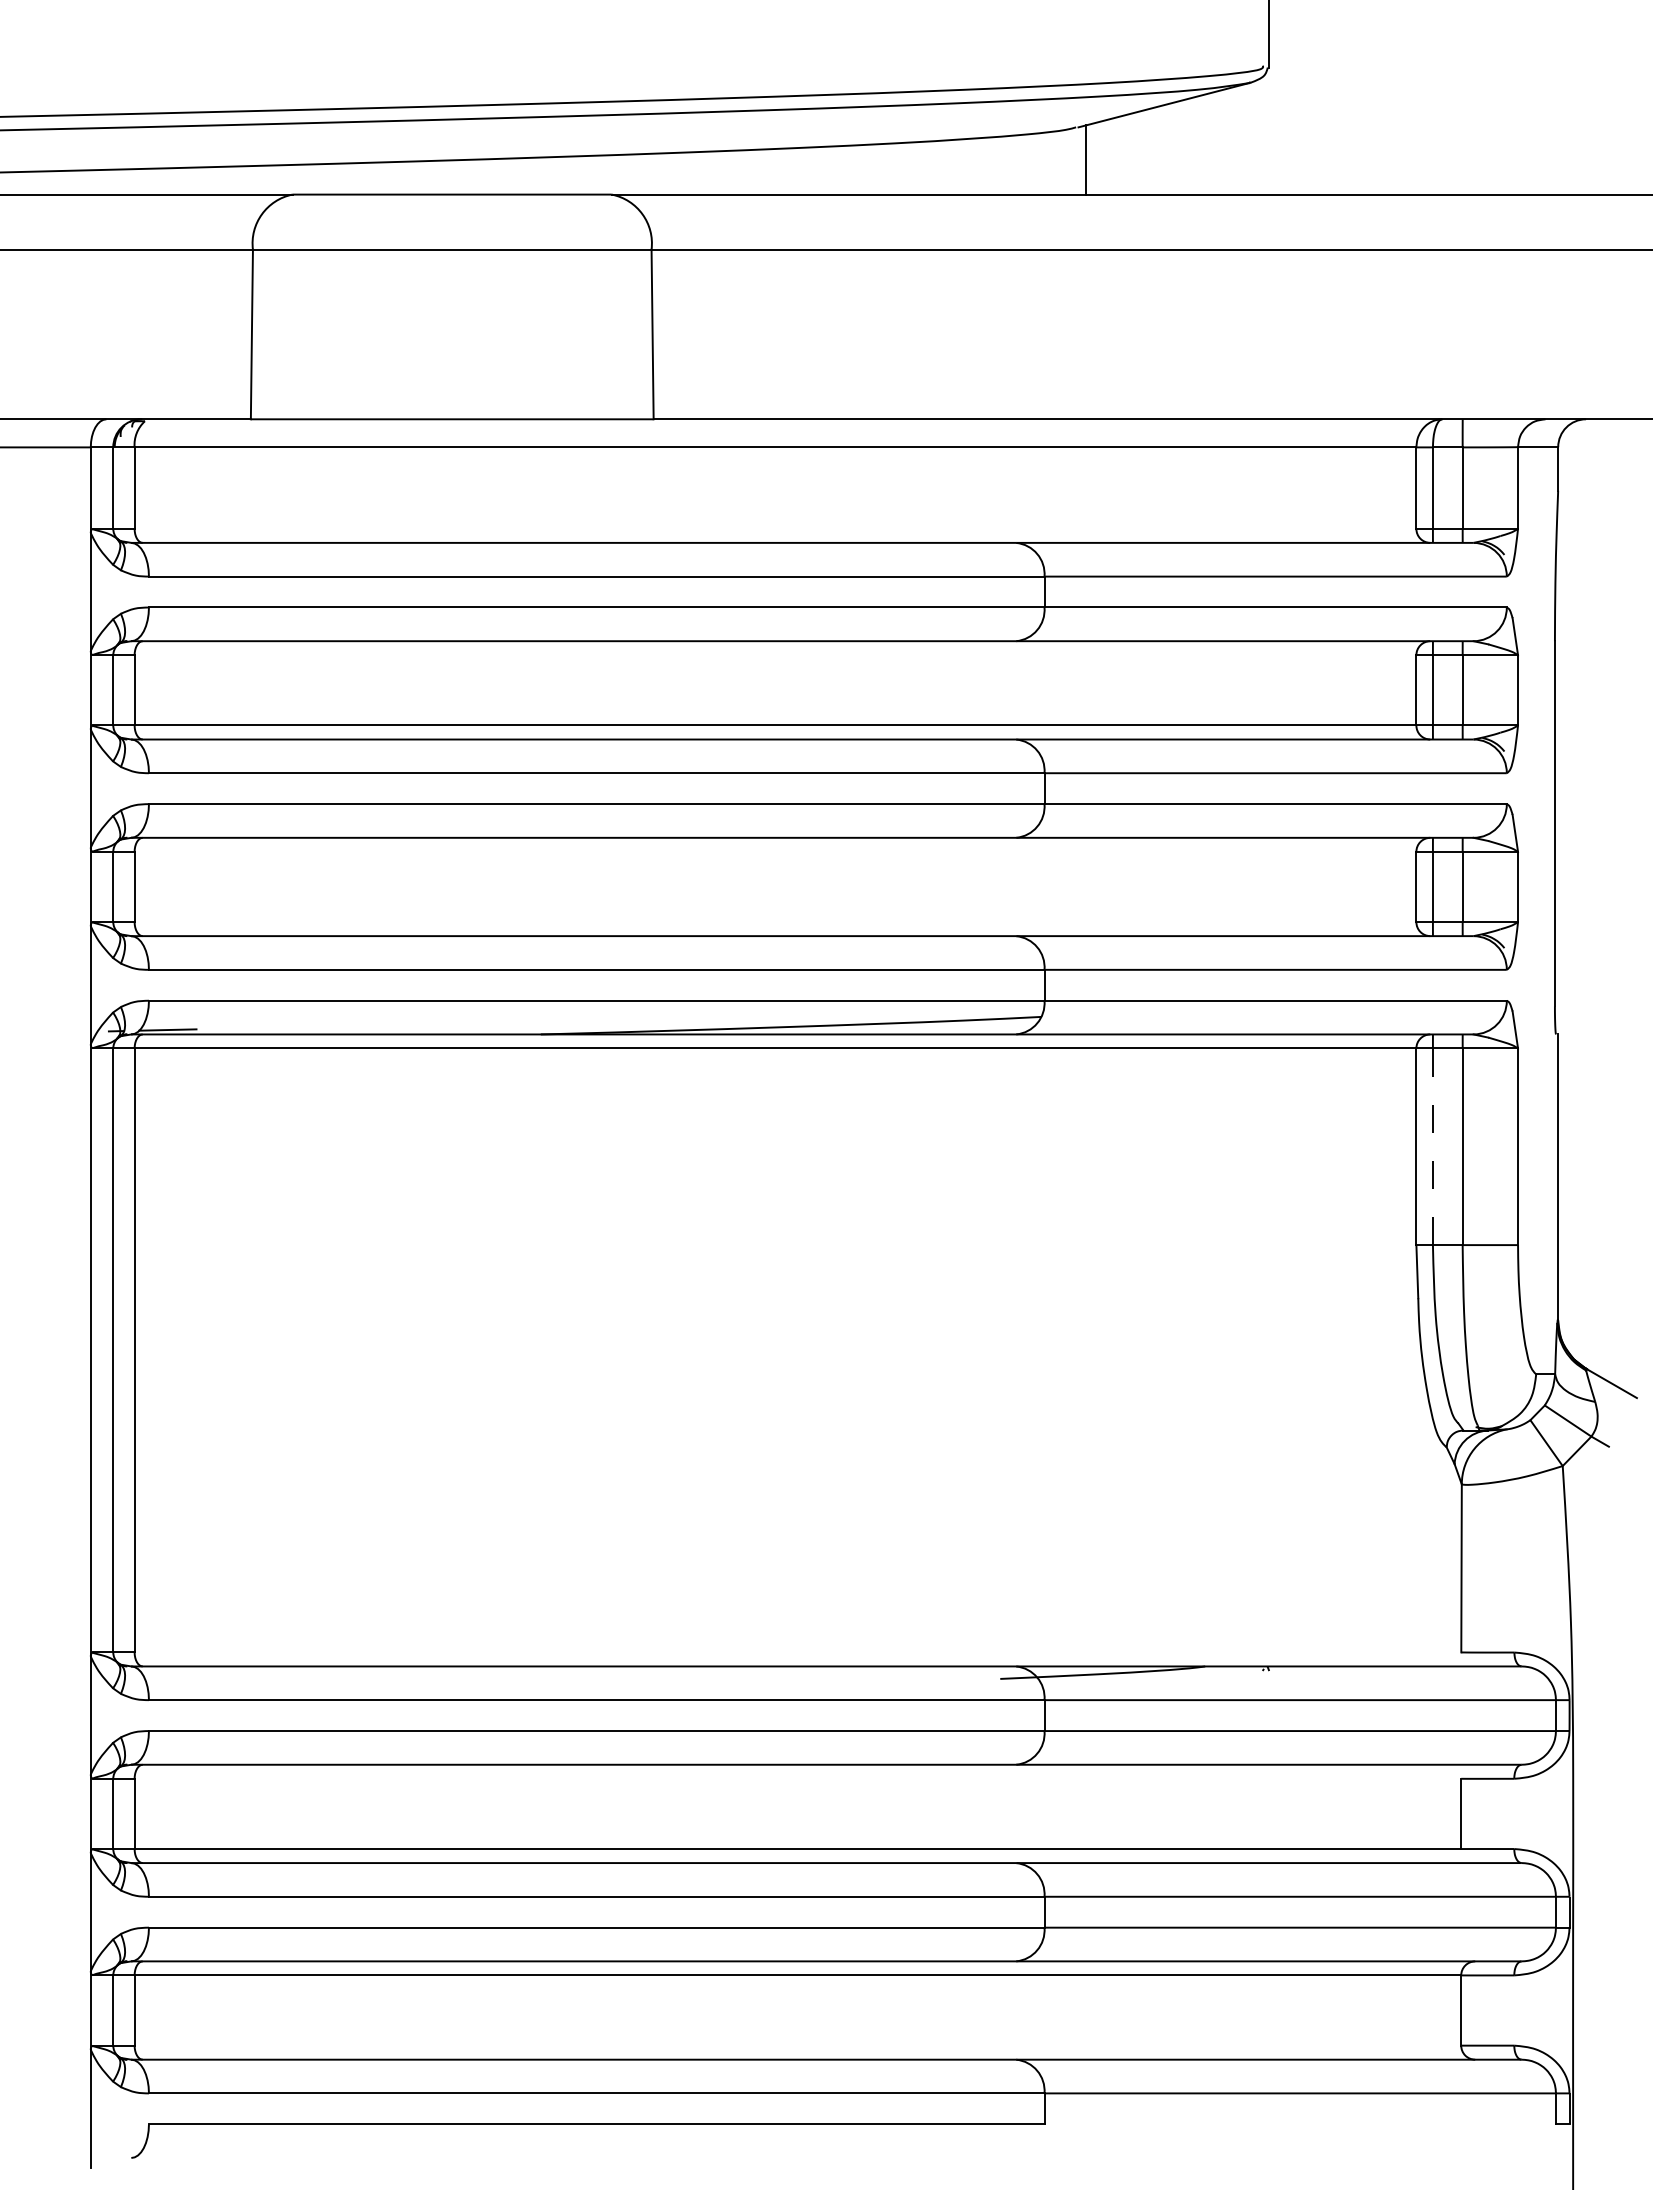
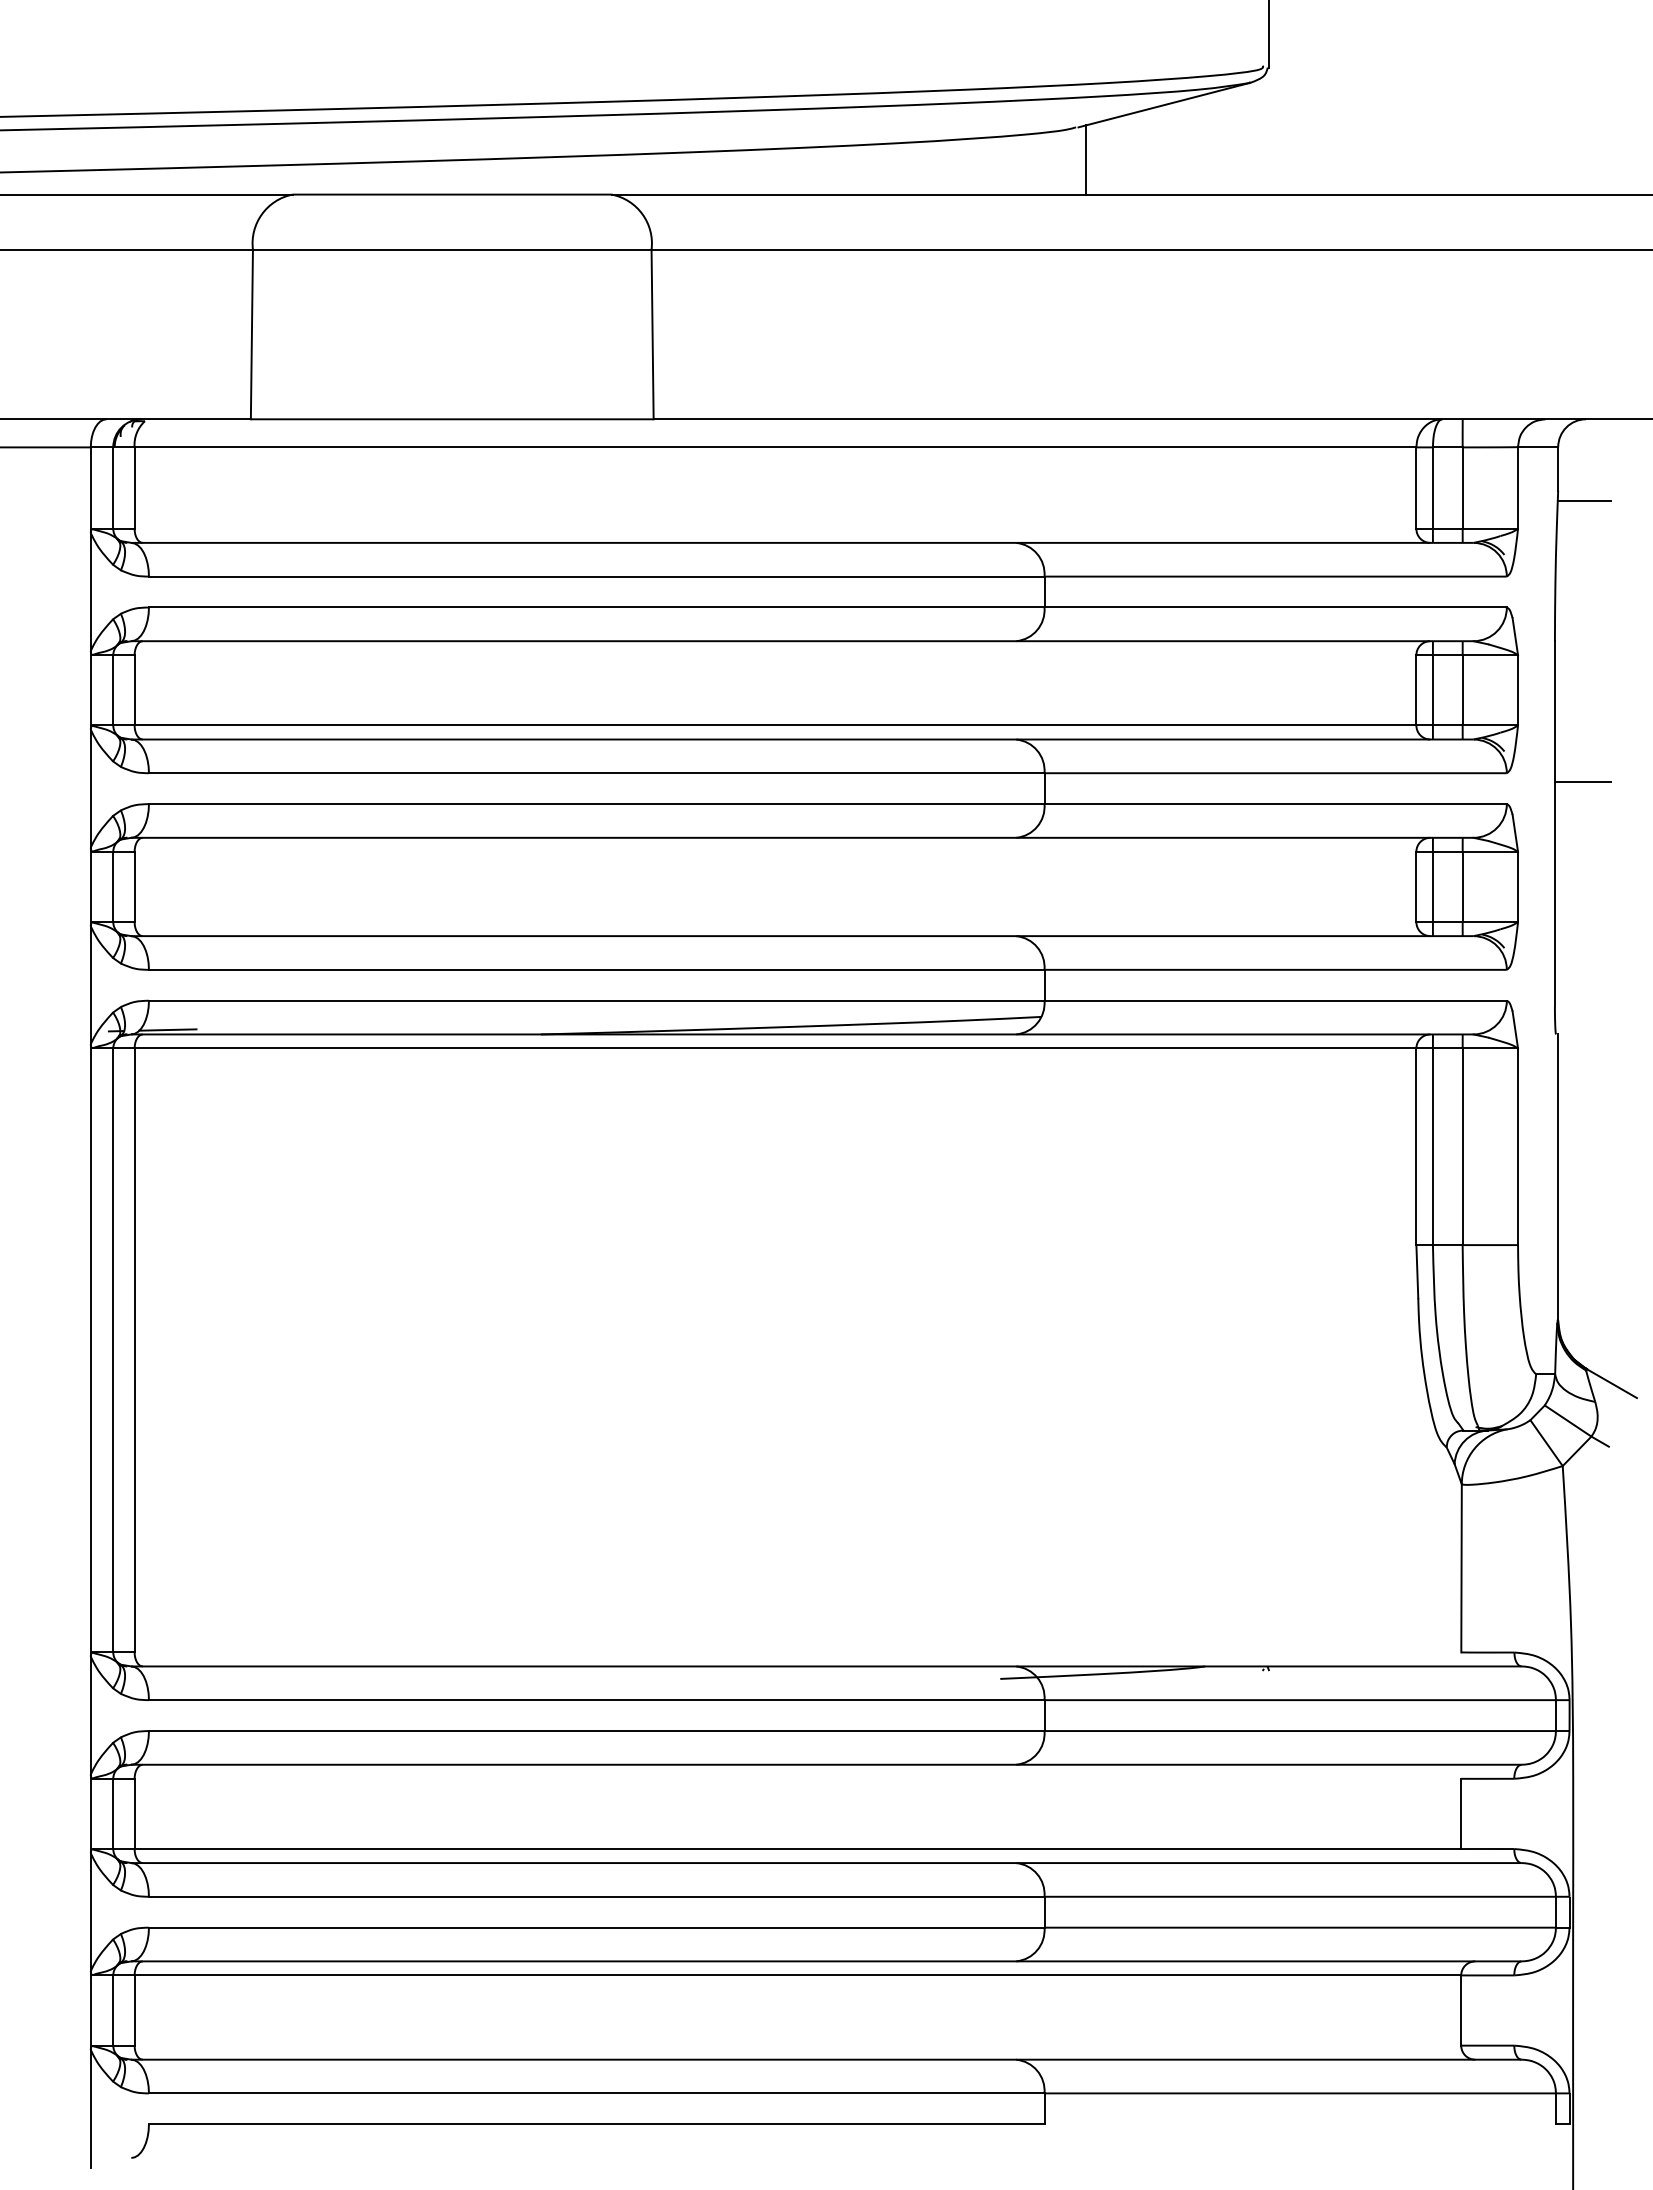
line at (1584, 500): none -> present
line at (1582, 781): none -> present
line at (1432, 1147): dashed -> solid
